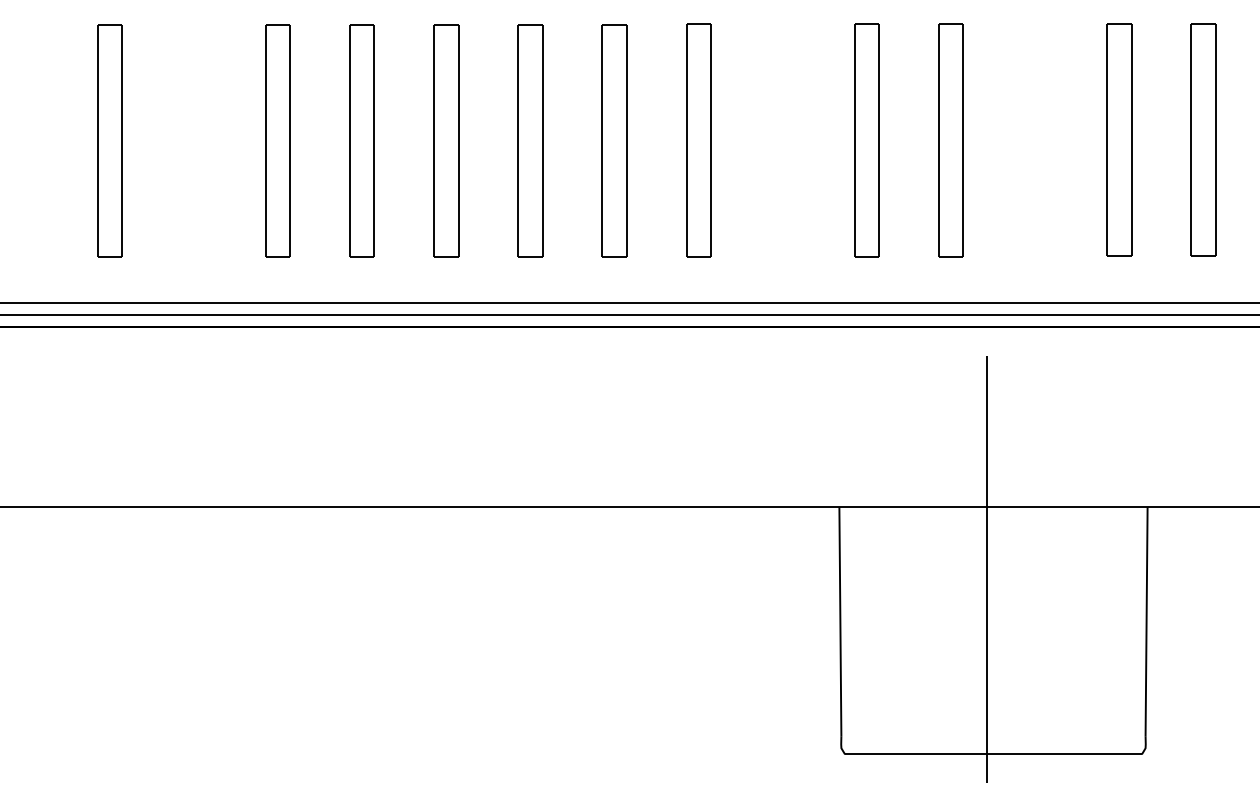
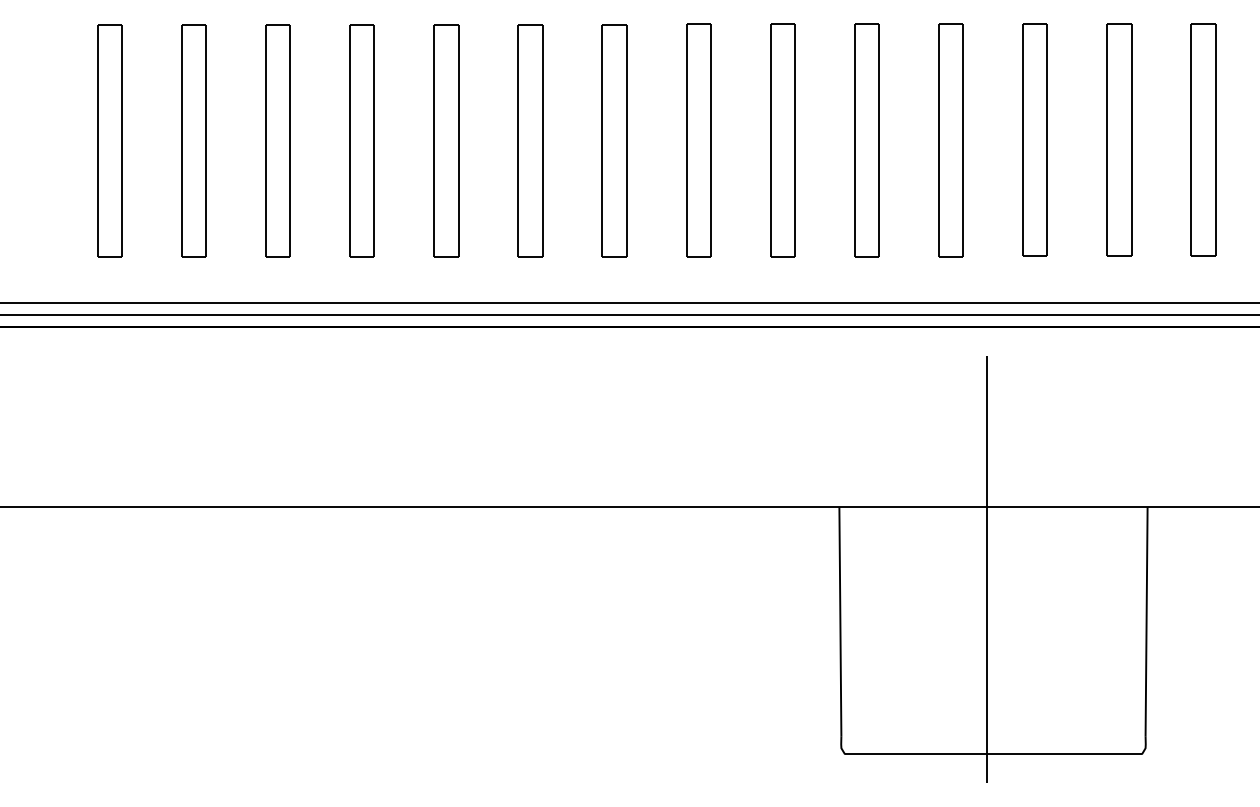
part at (1034, 139): none -> present
part at (193, 140): none -> present
part at (782, 140): none -> present
